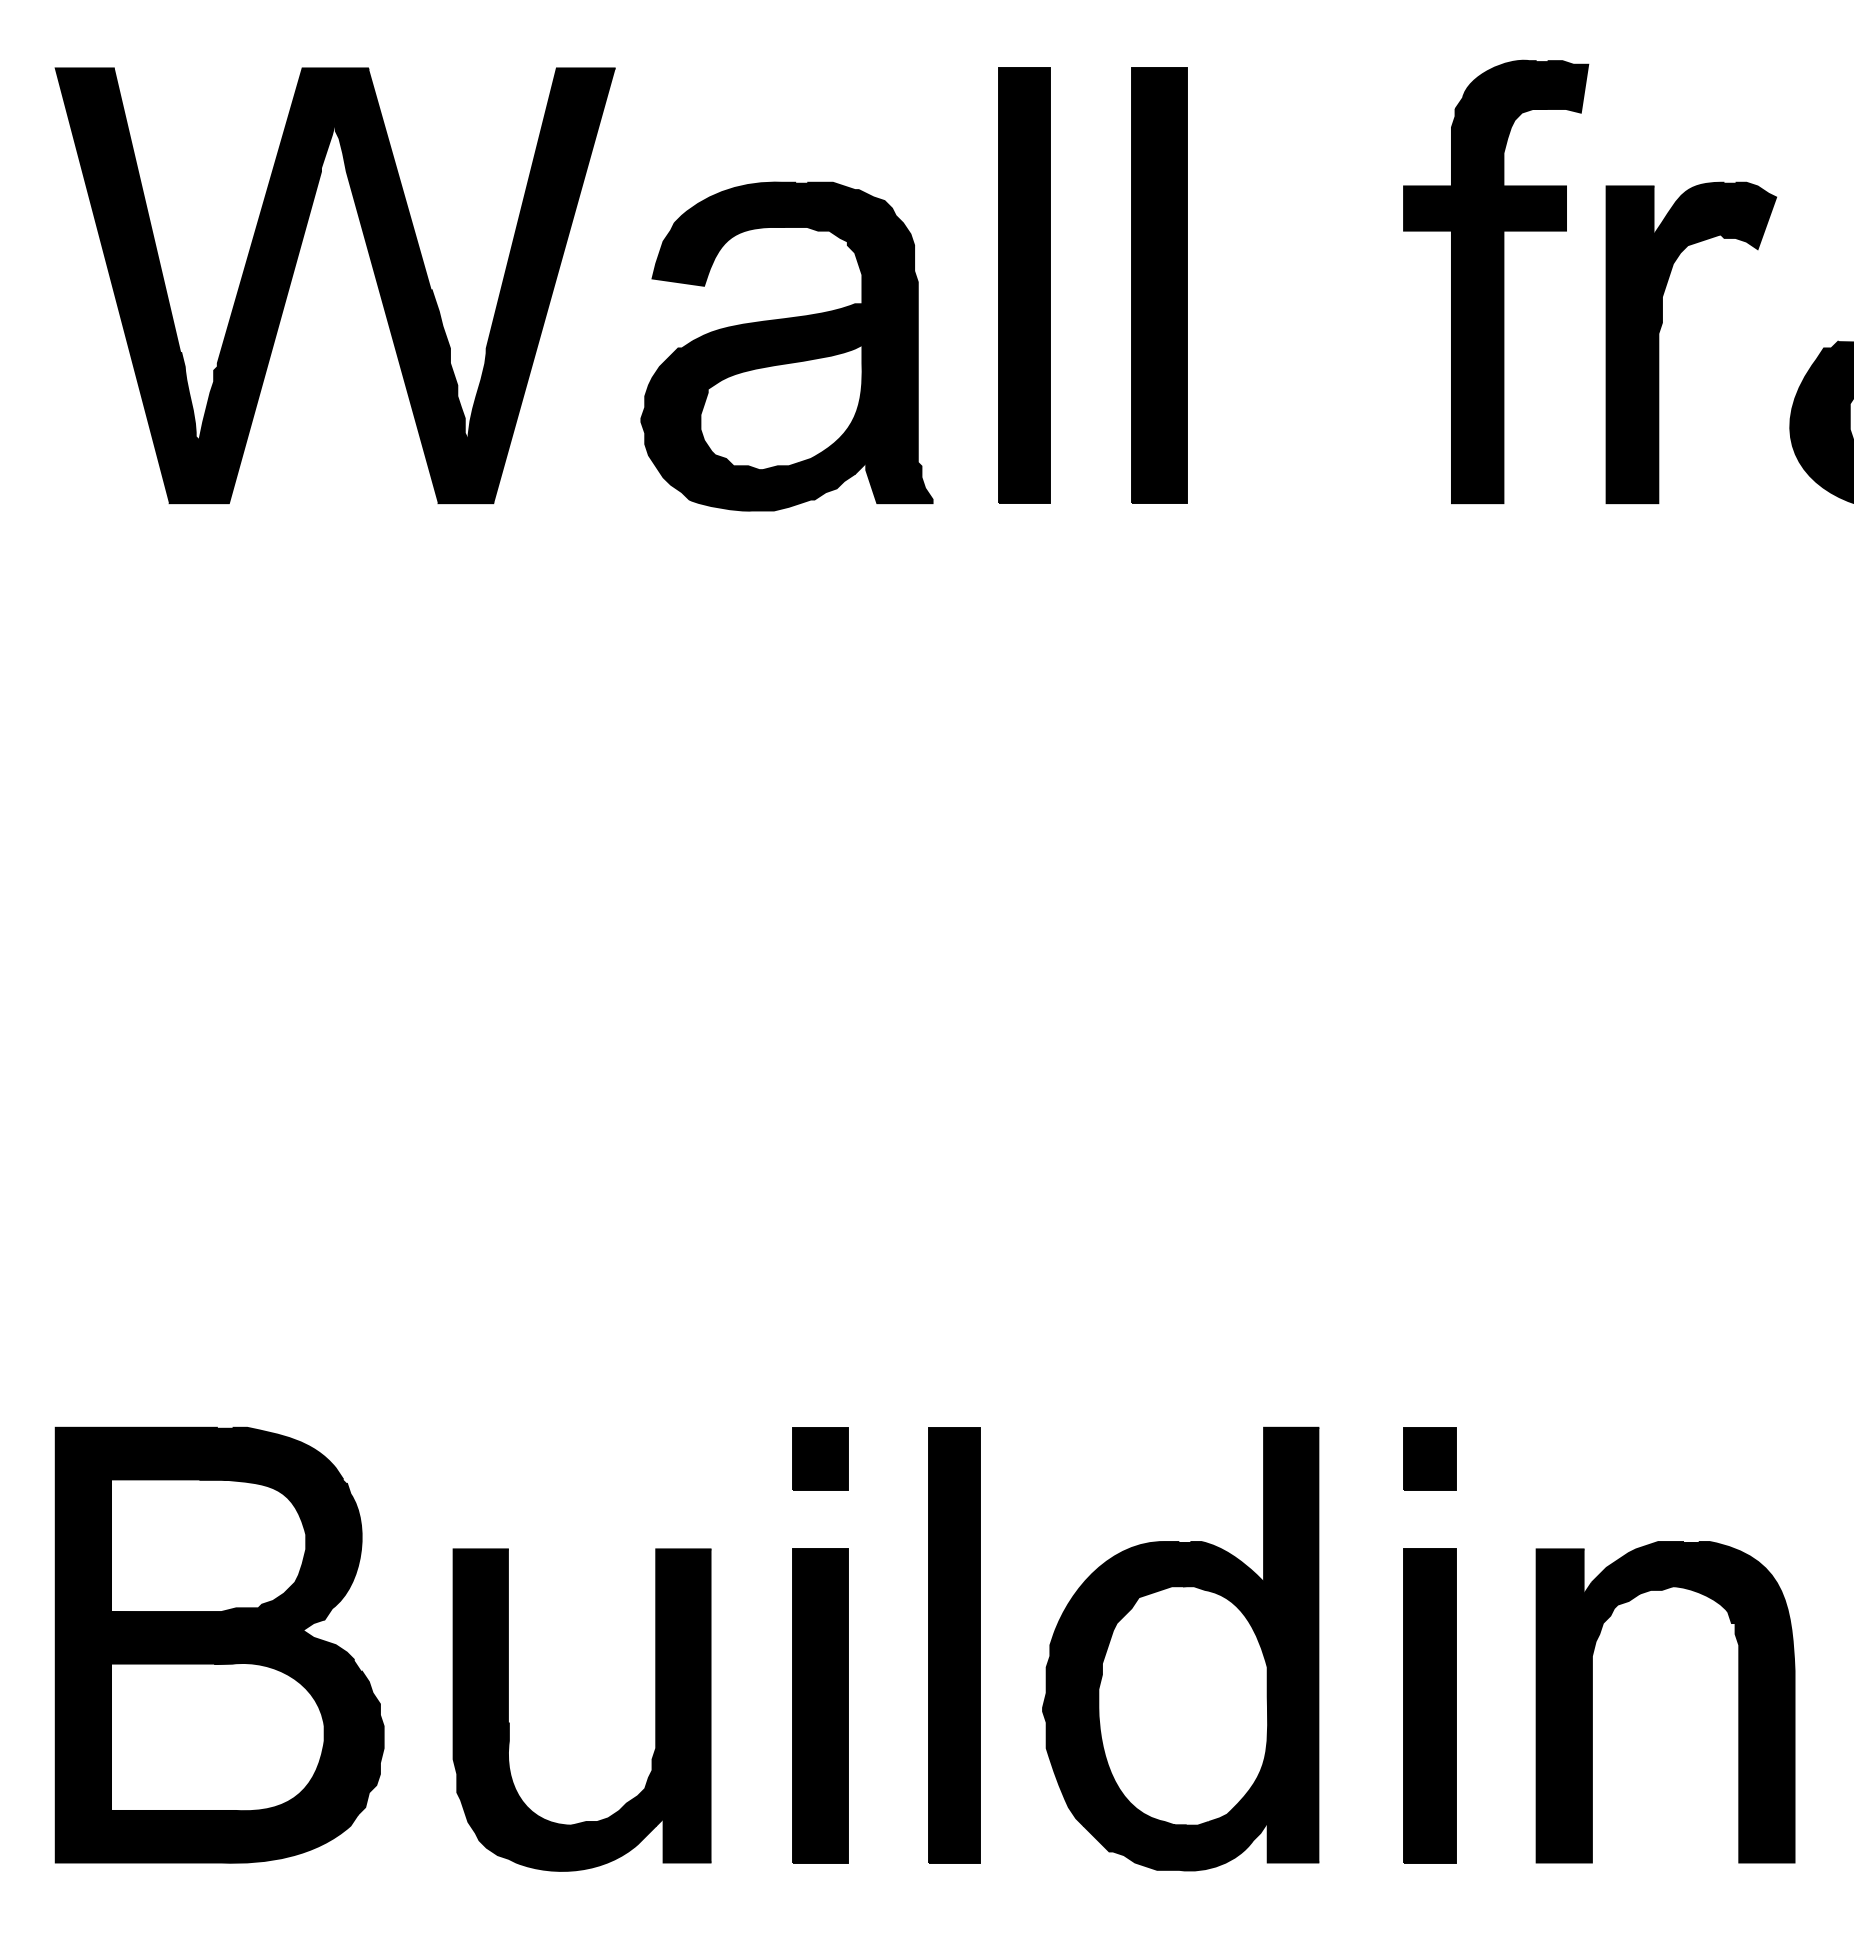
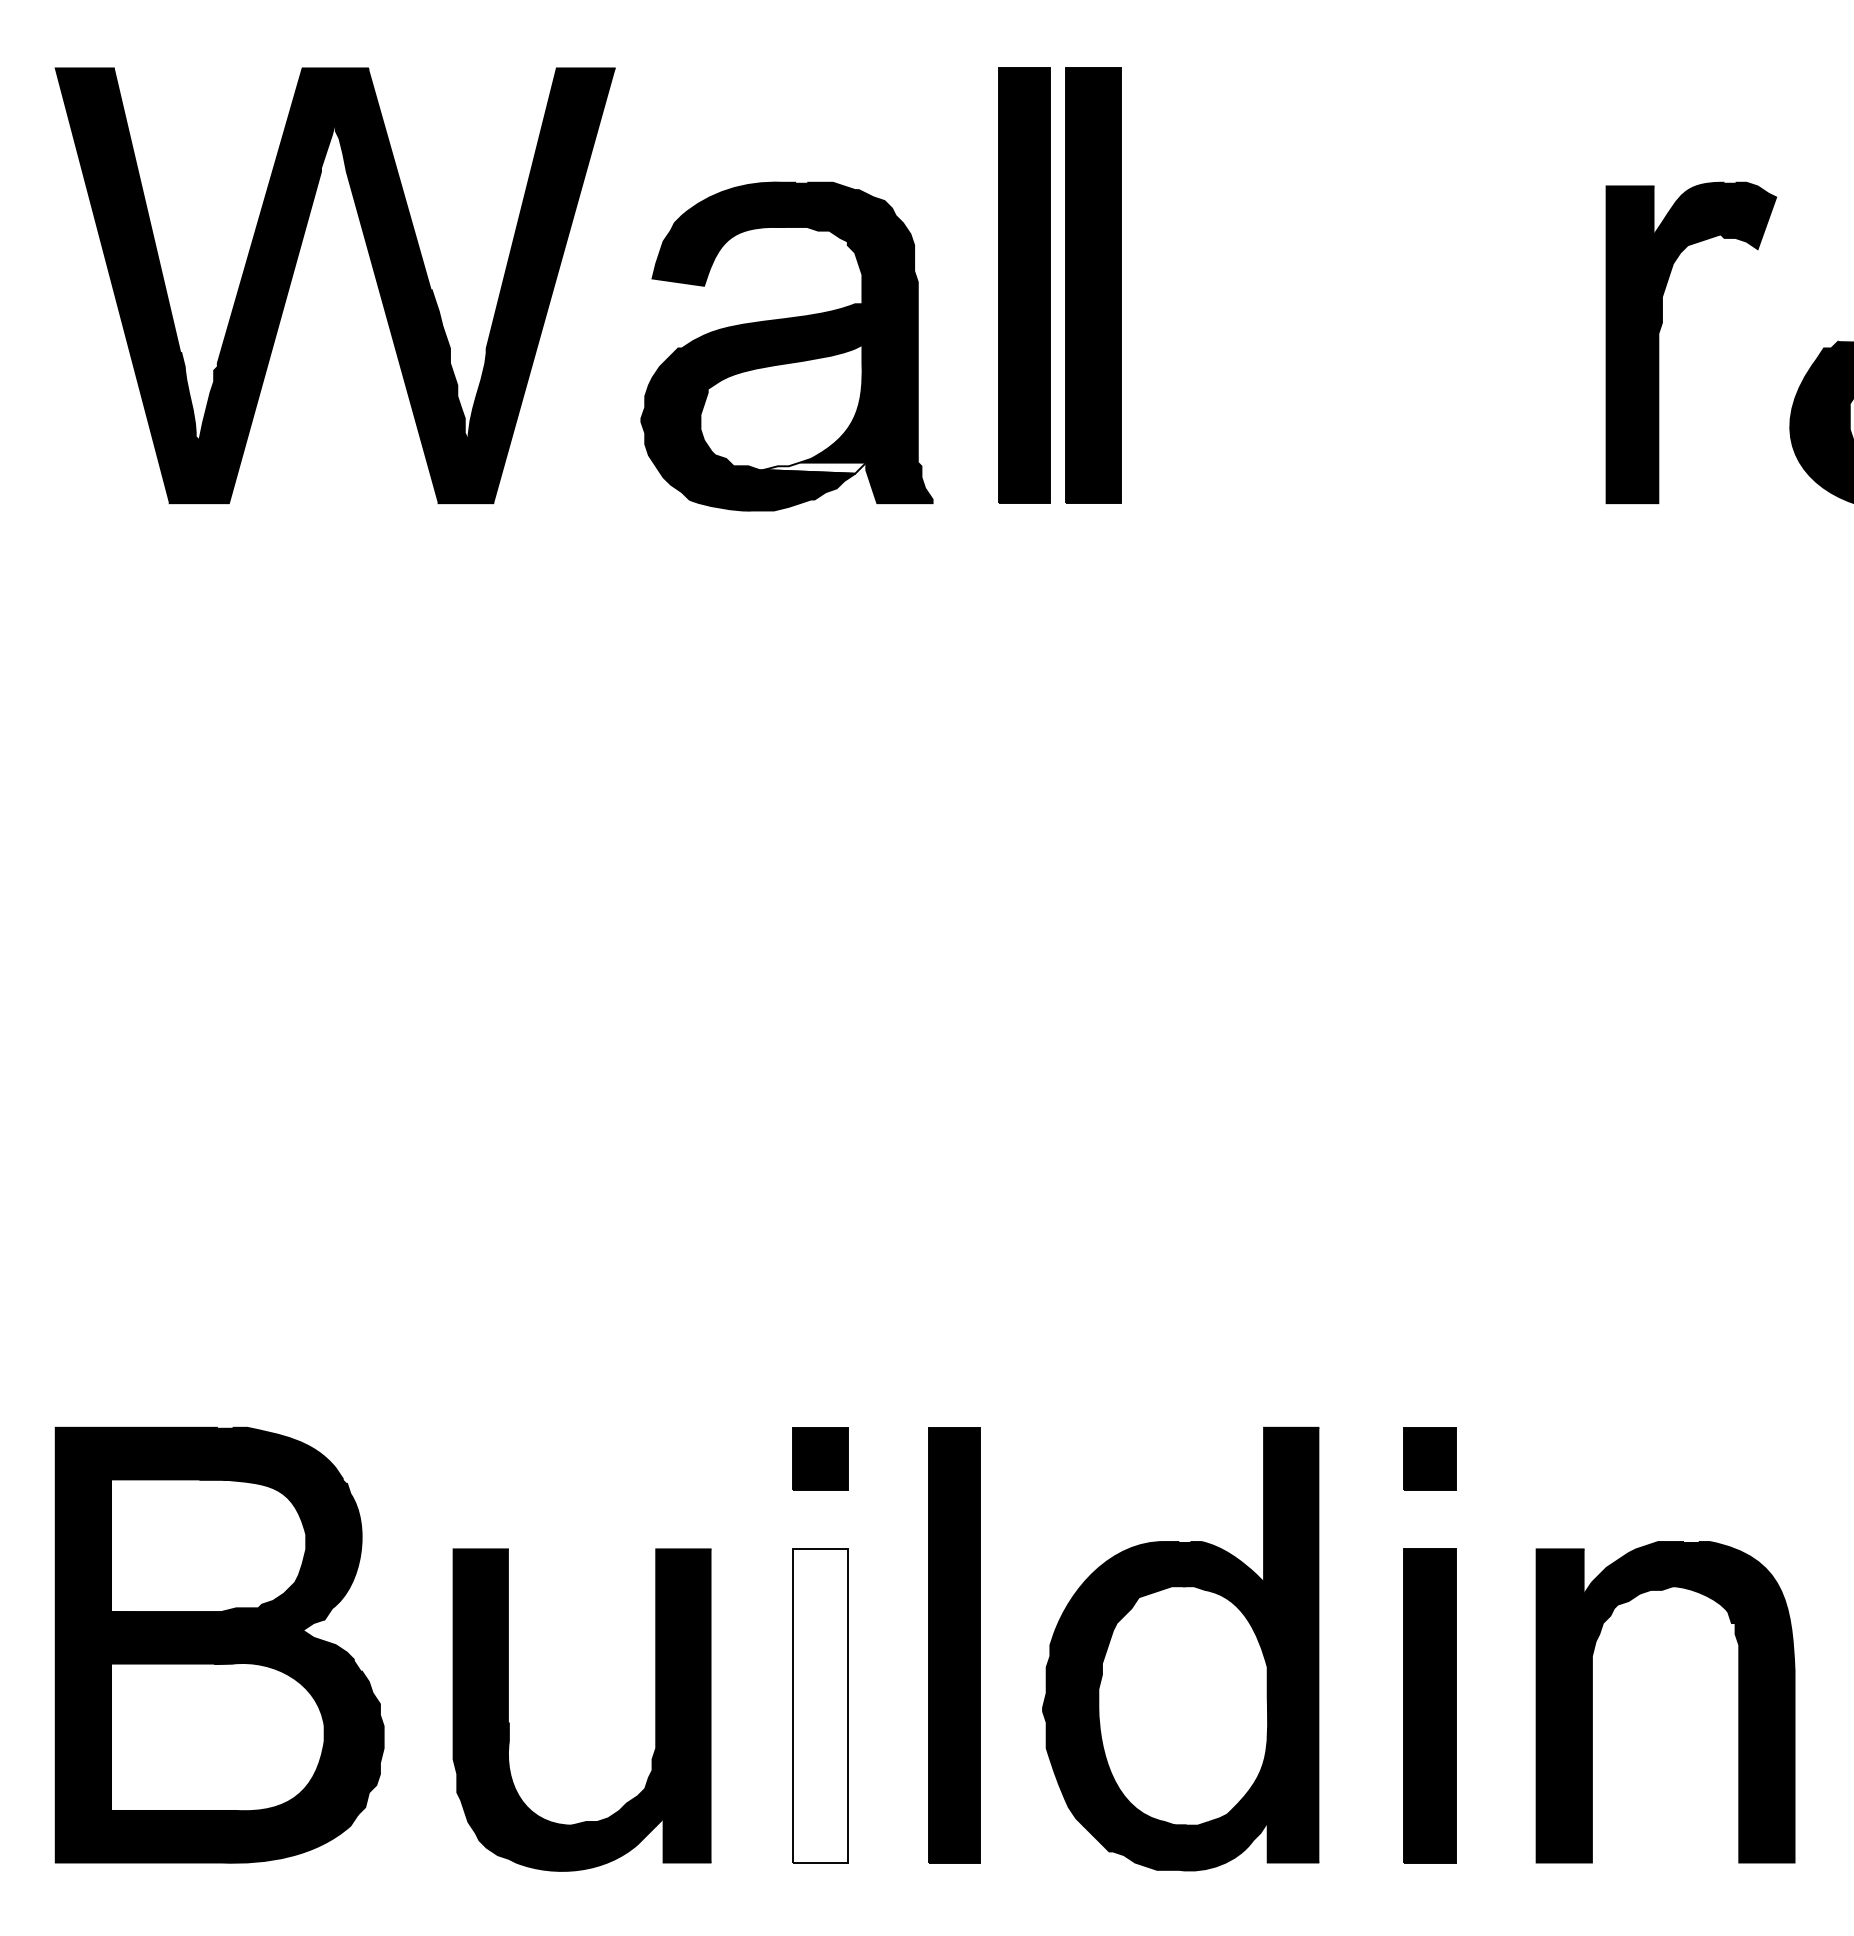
part at (1496, 281): present -> none
part at (1159, 285) position: (1159, 285) -> (1093, 285)
fill at (814, 467): present -> none
fill at (819, 1705): present -> none
